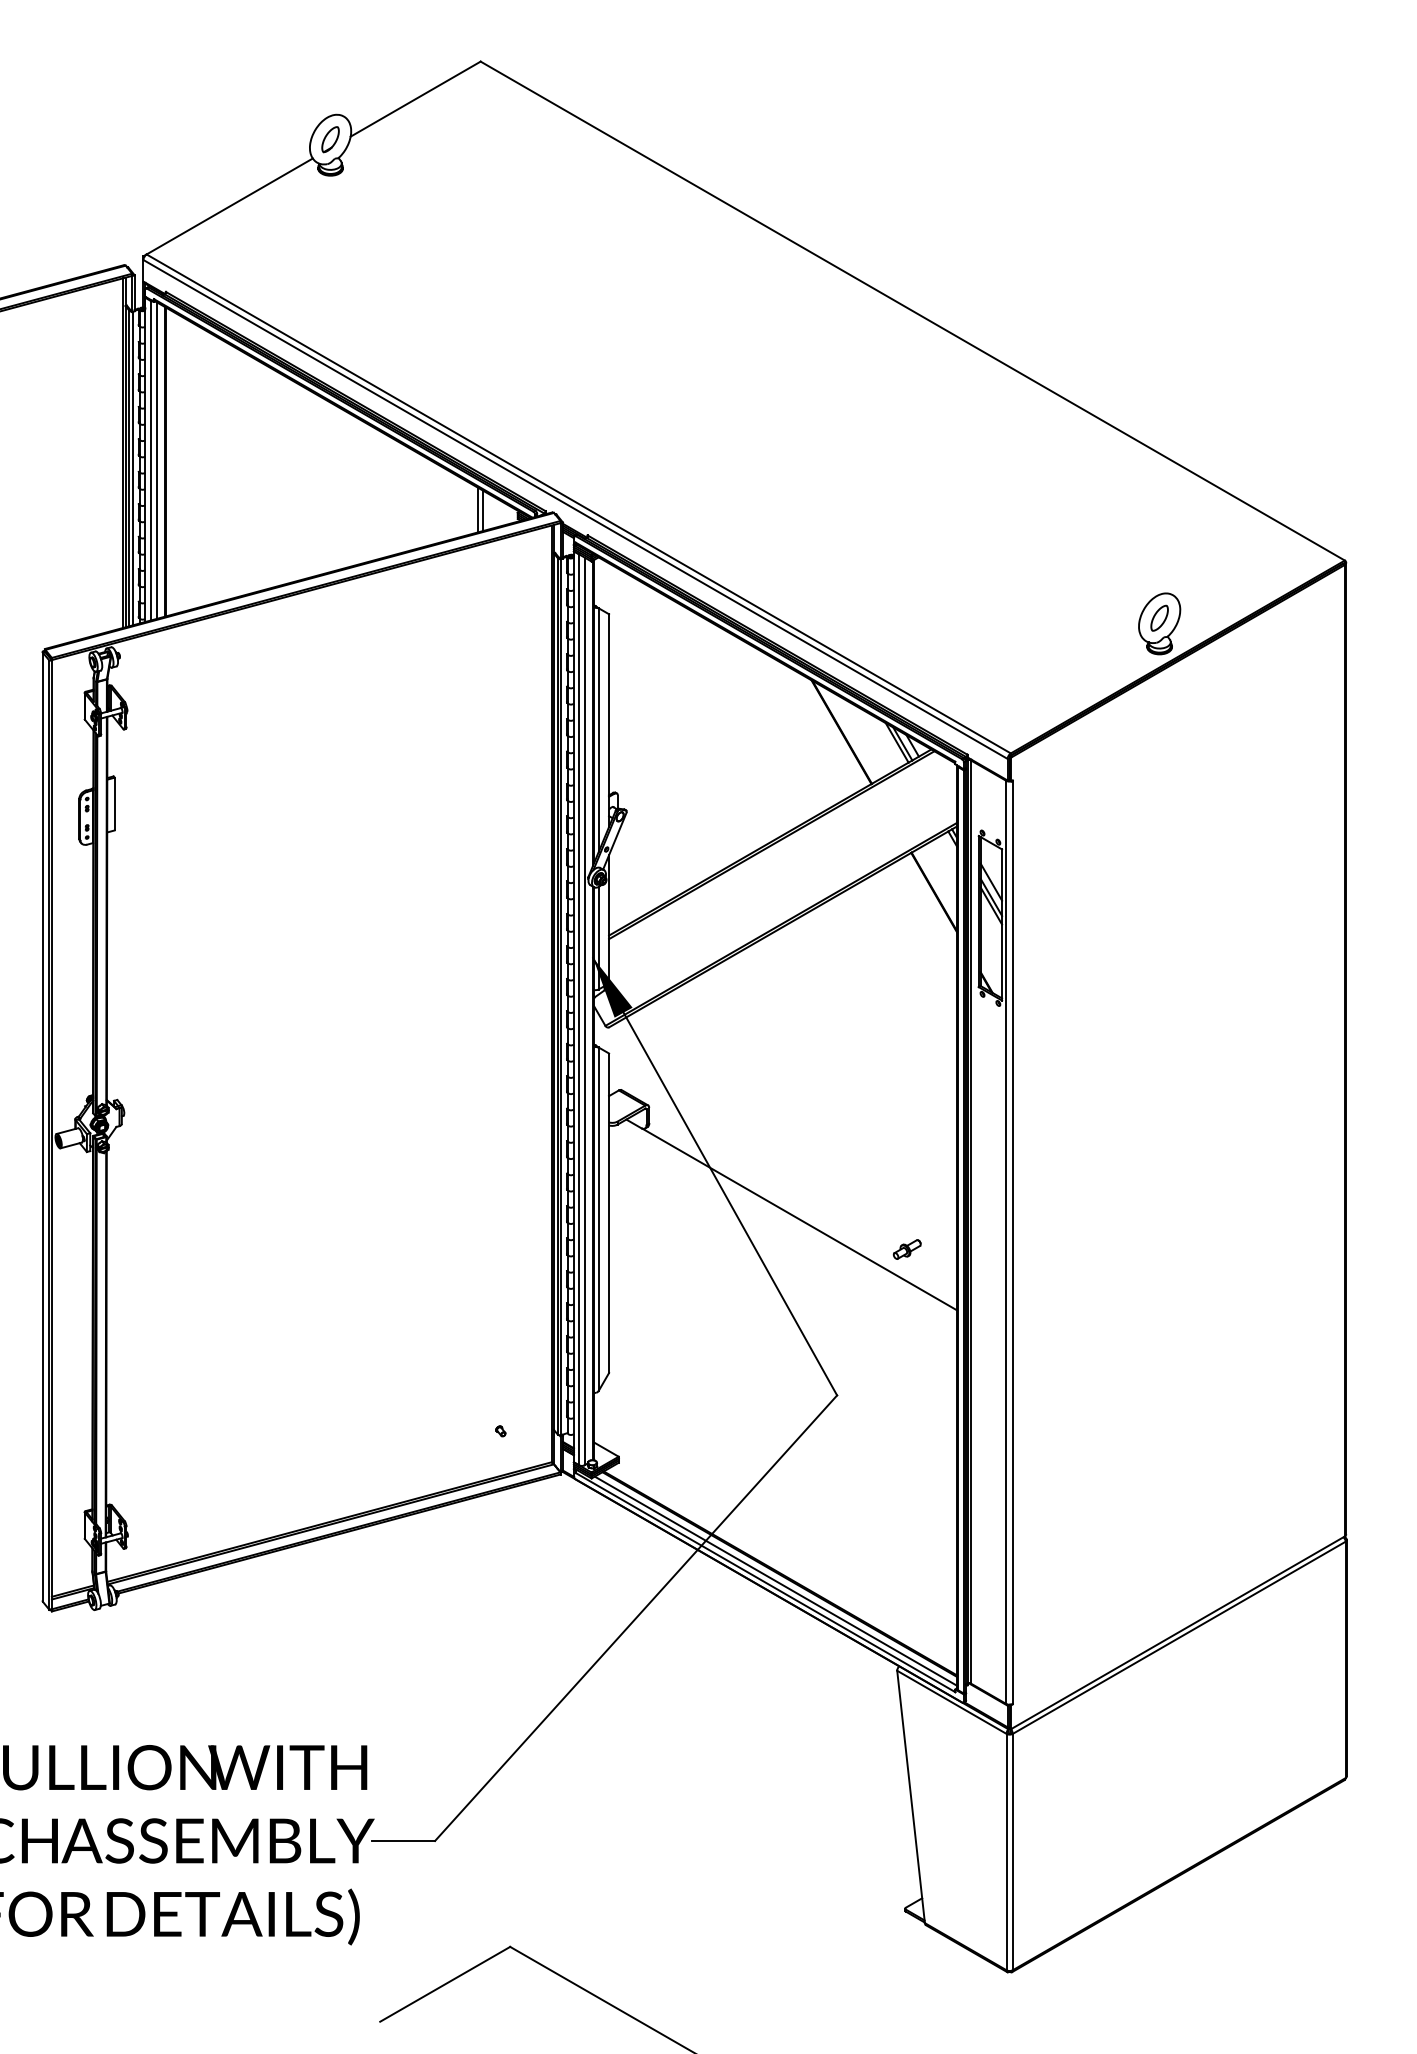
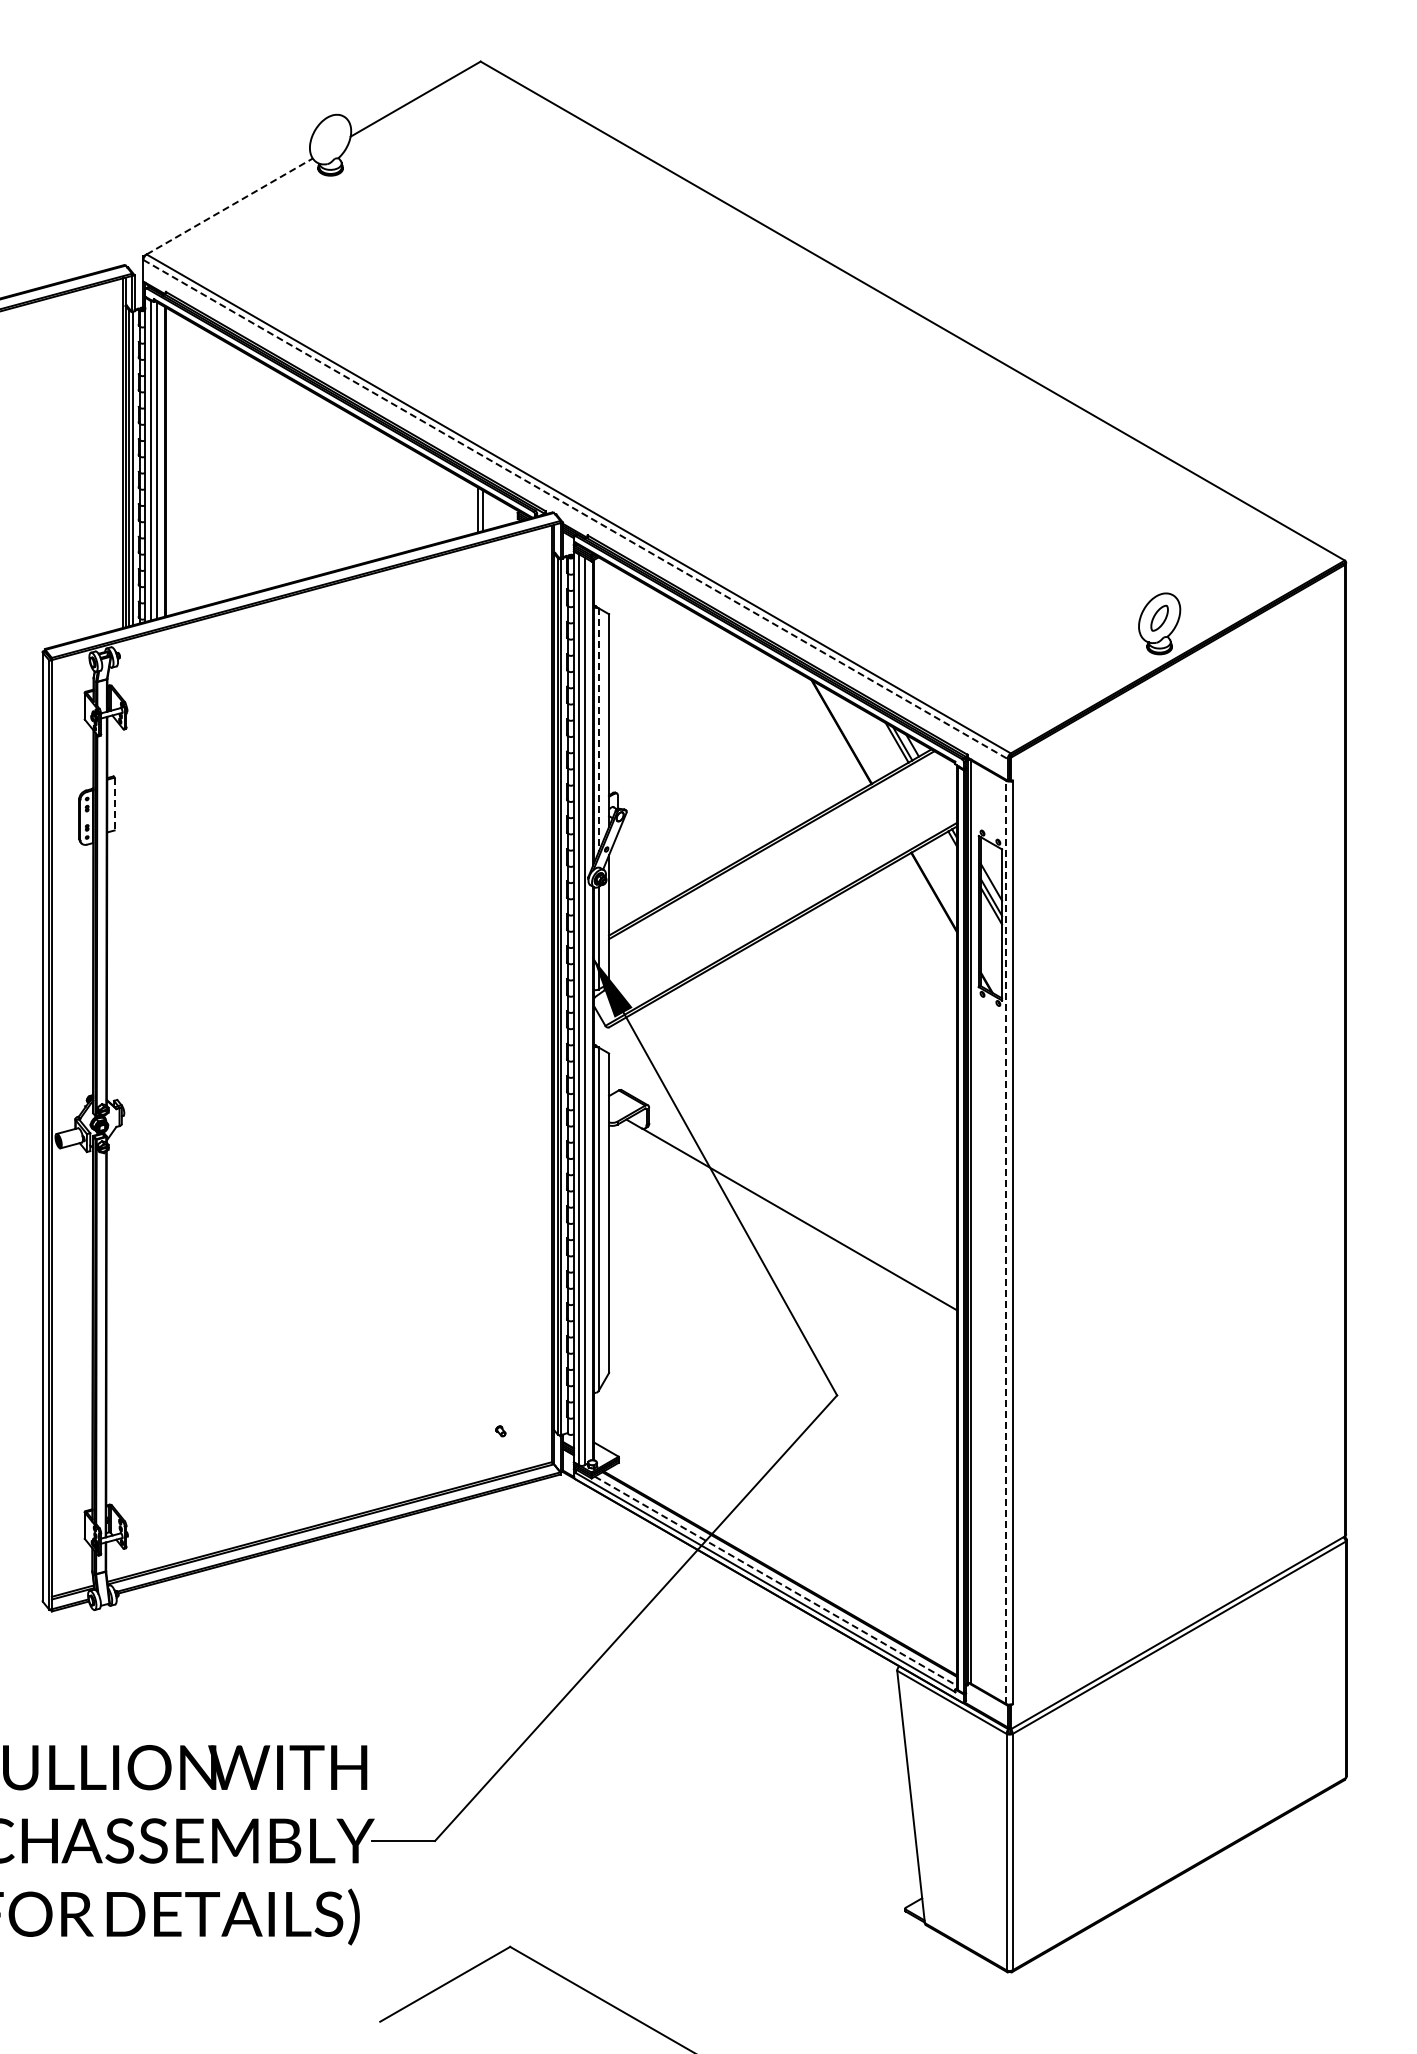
part at (330, 139): present -> none
line at (229, 206): solid -> dashed
line at (575, 509): solid -> dashed
line at (598, 730): solid -> dashed
line at (114, 804): solid -> dashed
line at (1006, 1242): solid -> dashed
part at (906, 1249): present -> none
line at (776, 1581): solid -> dashed
